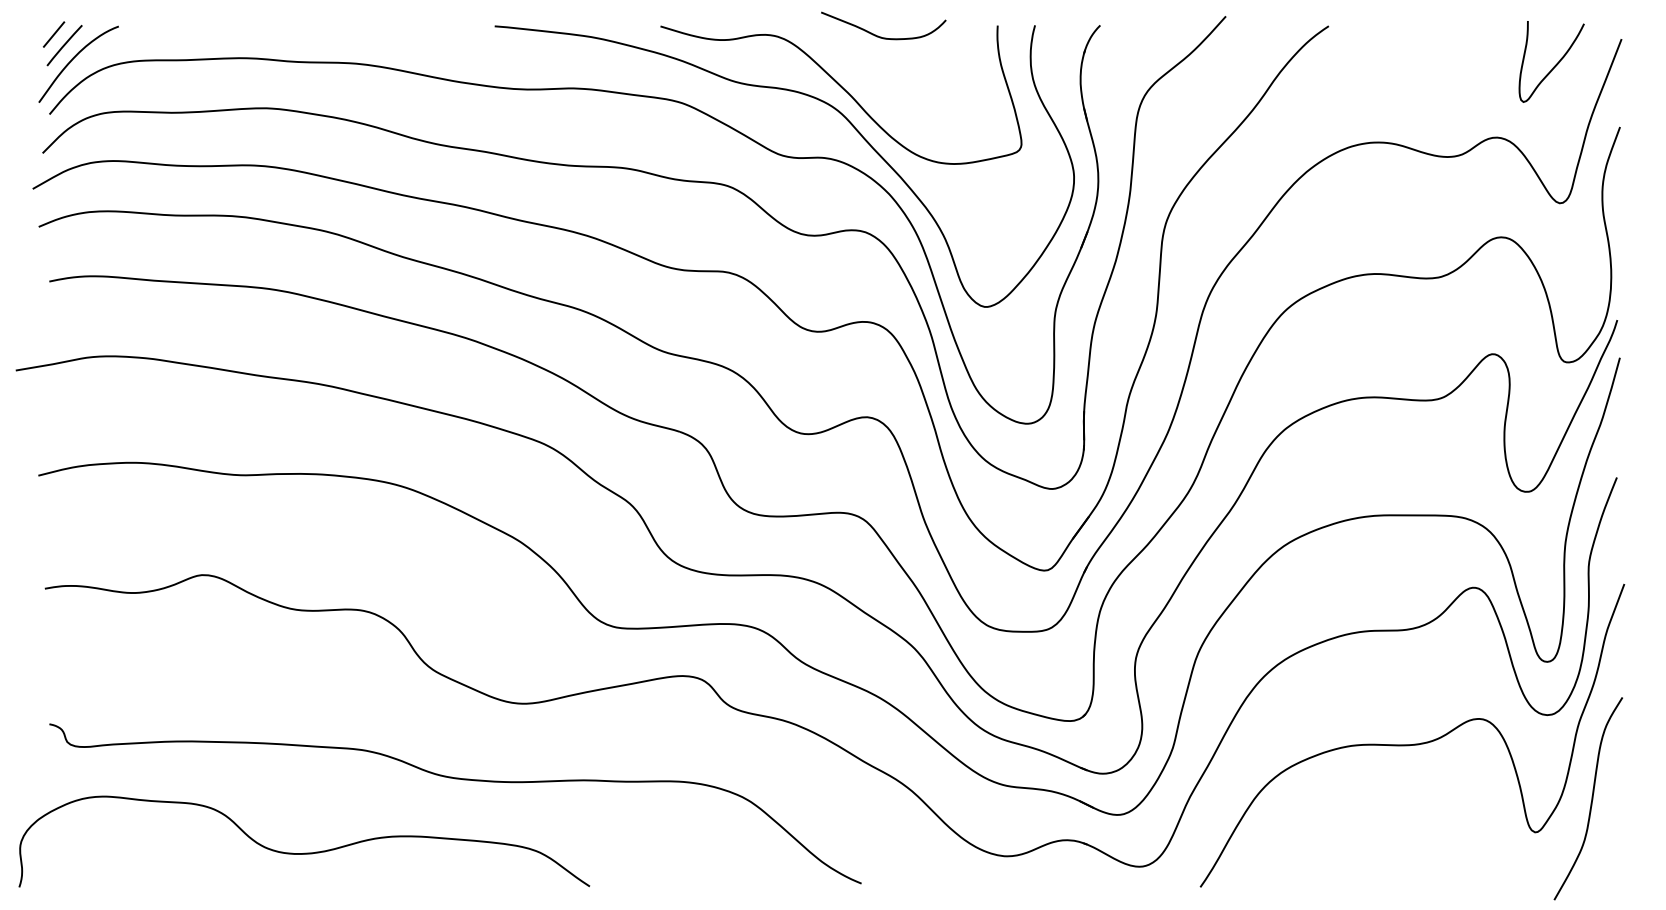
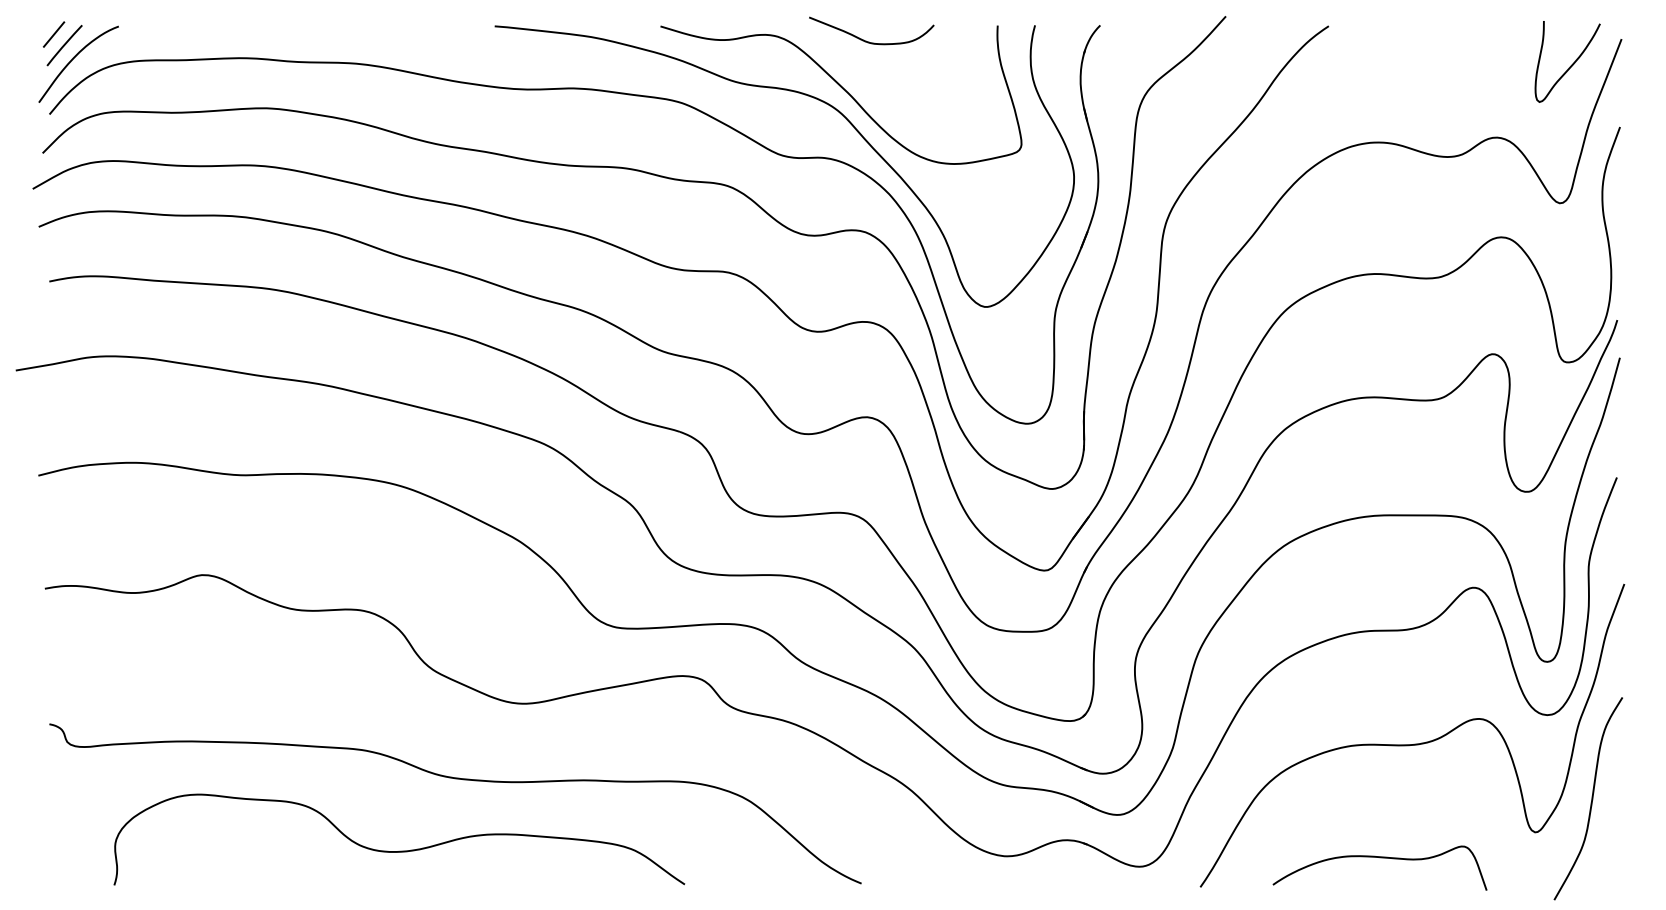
curve at (878, 35) position: (878, 35) -> (866, 40)
curve at (1555, 64) position: (1555, 64) -> (1571, 64)
curve at (304, 852) position: (304, 852) -> (399, 850)
curve at (1379, 858): none -> present
